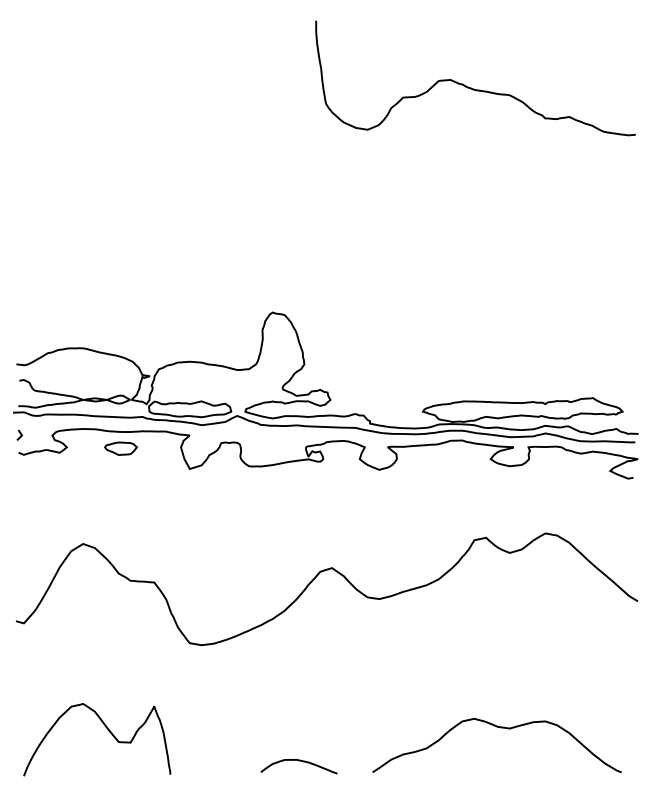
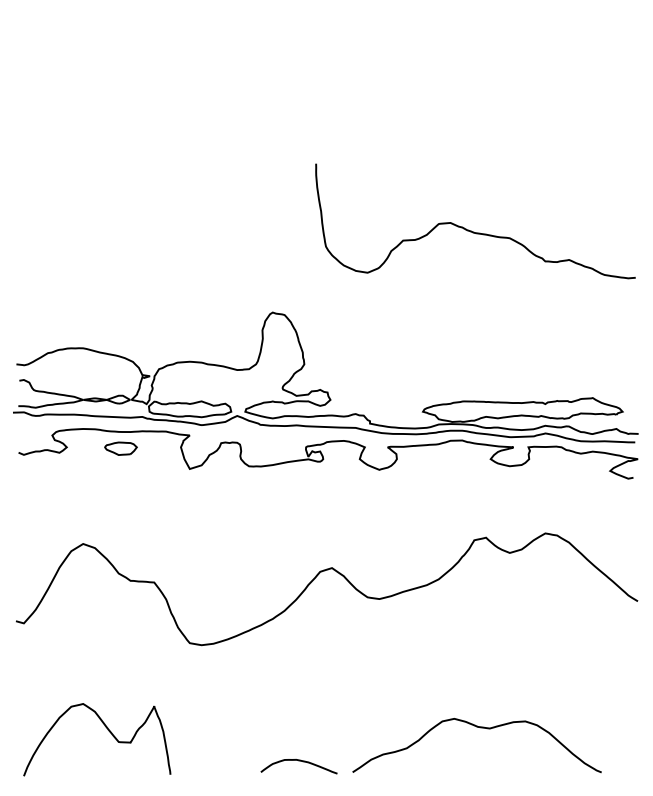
curve at (471, 87) position: (471, 87) -> (471, 230)
line at (19, 433): present -> none
curve at (500, 728) position: (500, 728) -> (480, 728)
